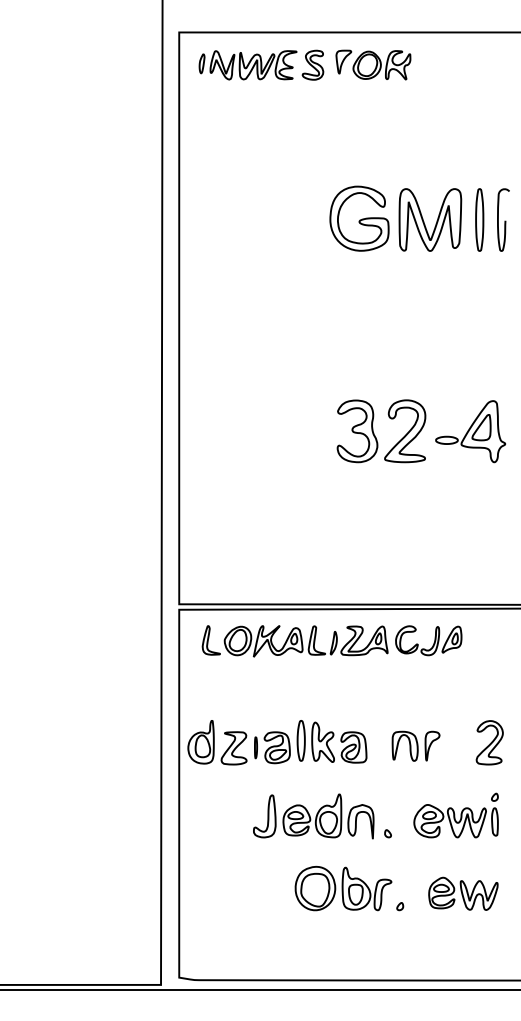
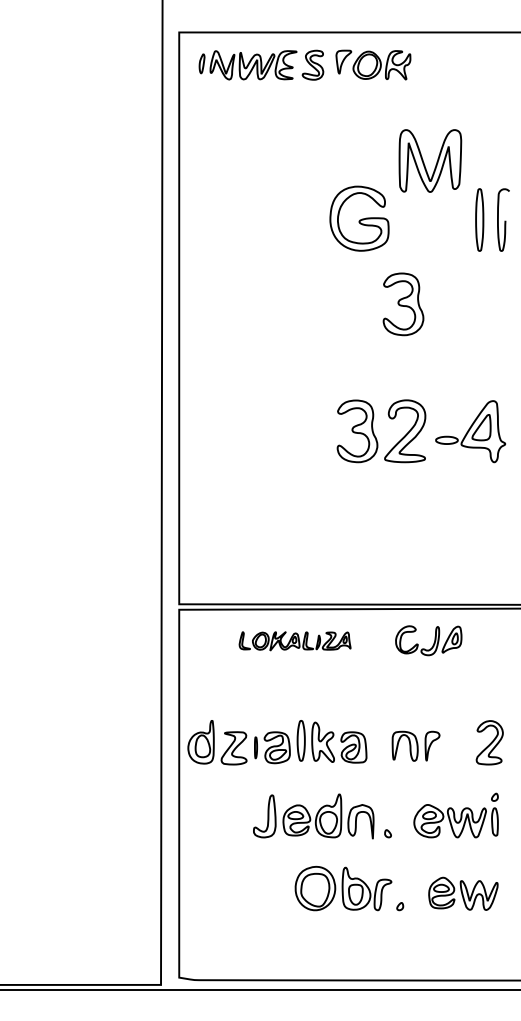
part at (436, 220) position: (436, 220) -> (436, 161)
part at (403, 304): none -> present
part at (294, 641) size: 188x33 px -> 114x21 px
